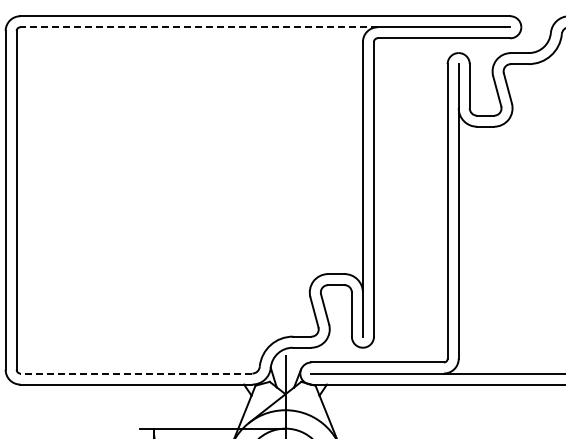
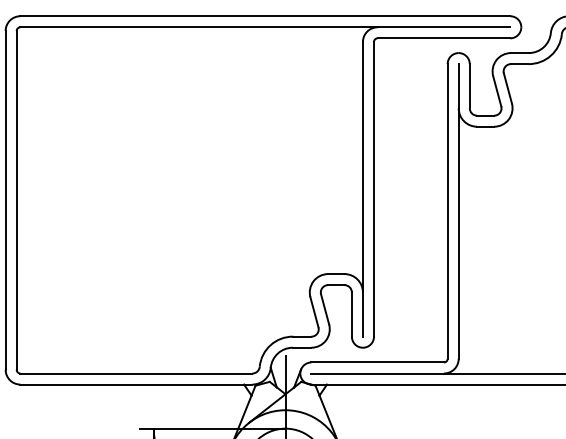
line at (199, 27): dashed -> solid
line at (135, 373): dashed -> solid
